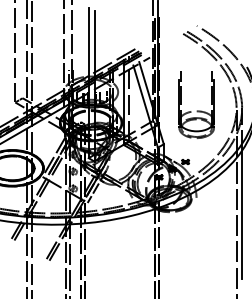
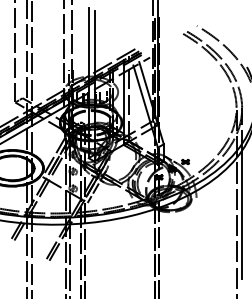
part at (196, 104): present -> none
